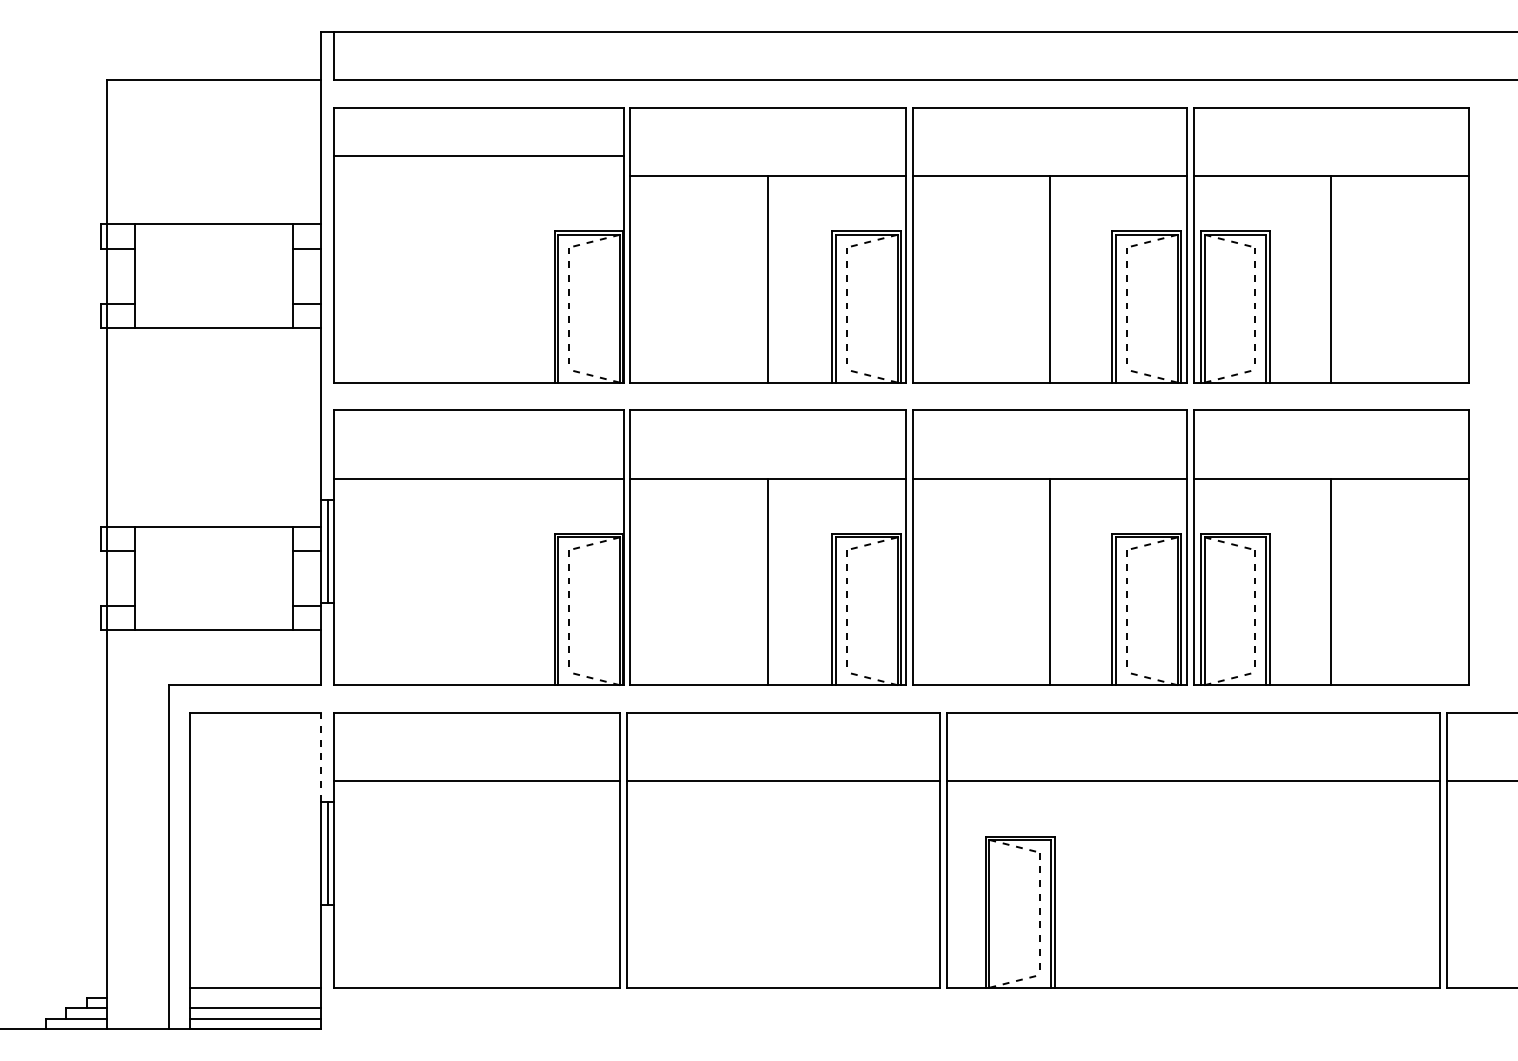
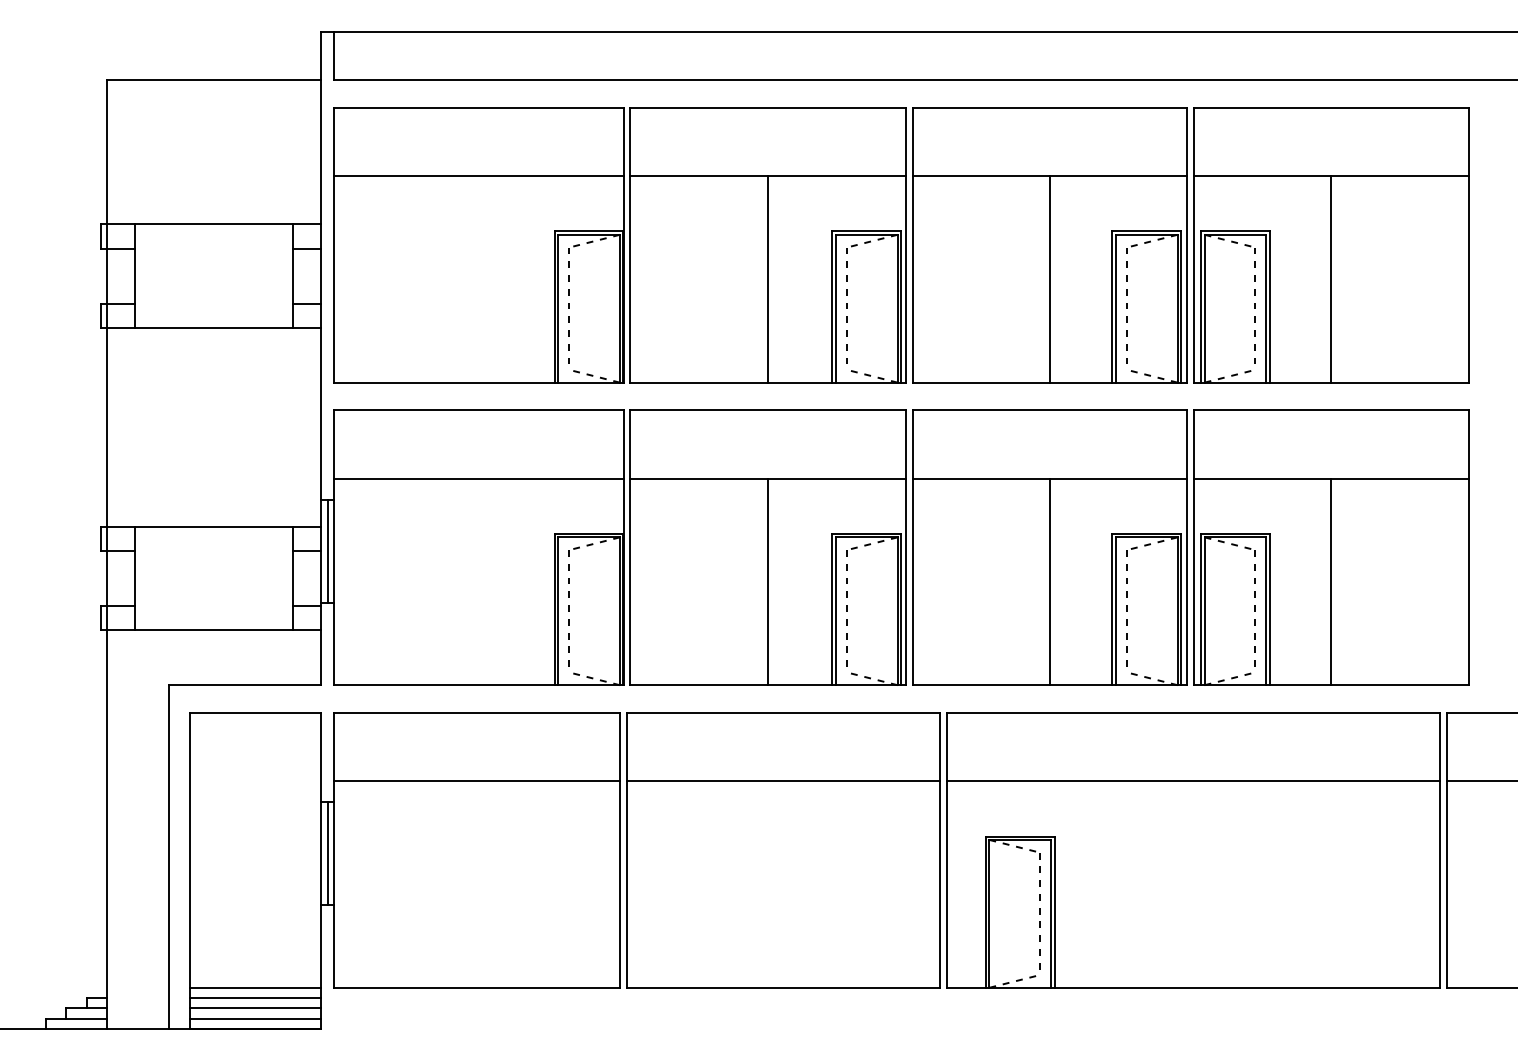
line at (478, 156) position: (478, 156) -> (478, 176)
line at (320, 757): dashed -> solid
line at (255, 998): none -> present
